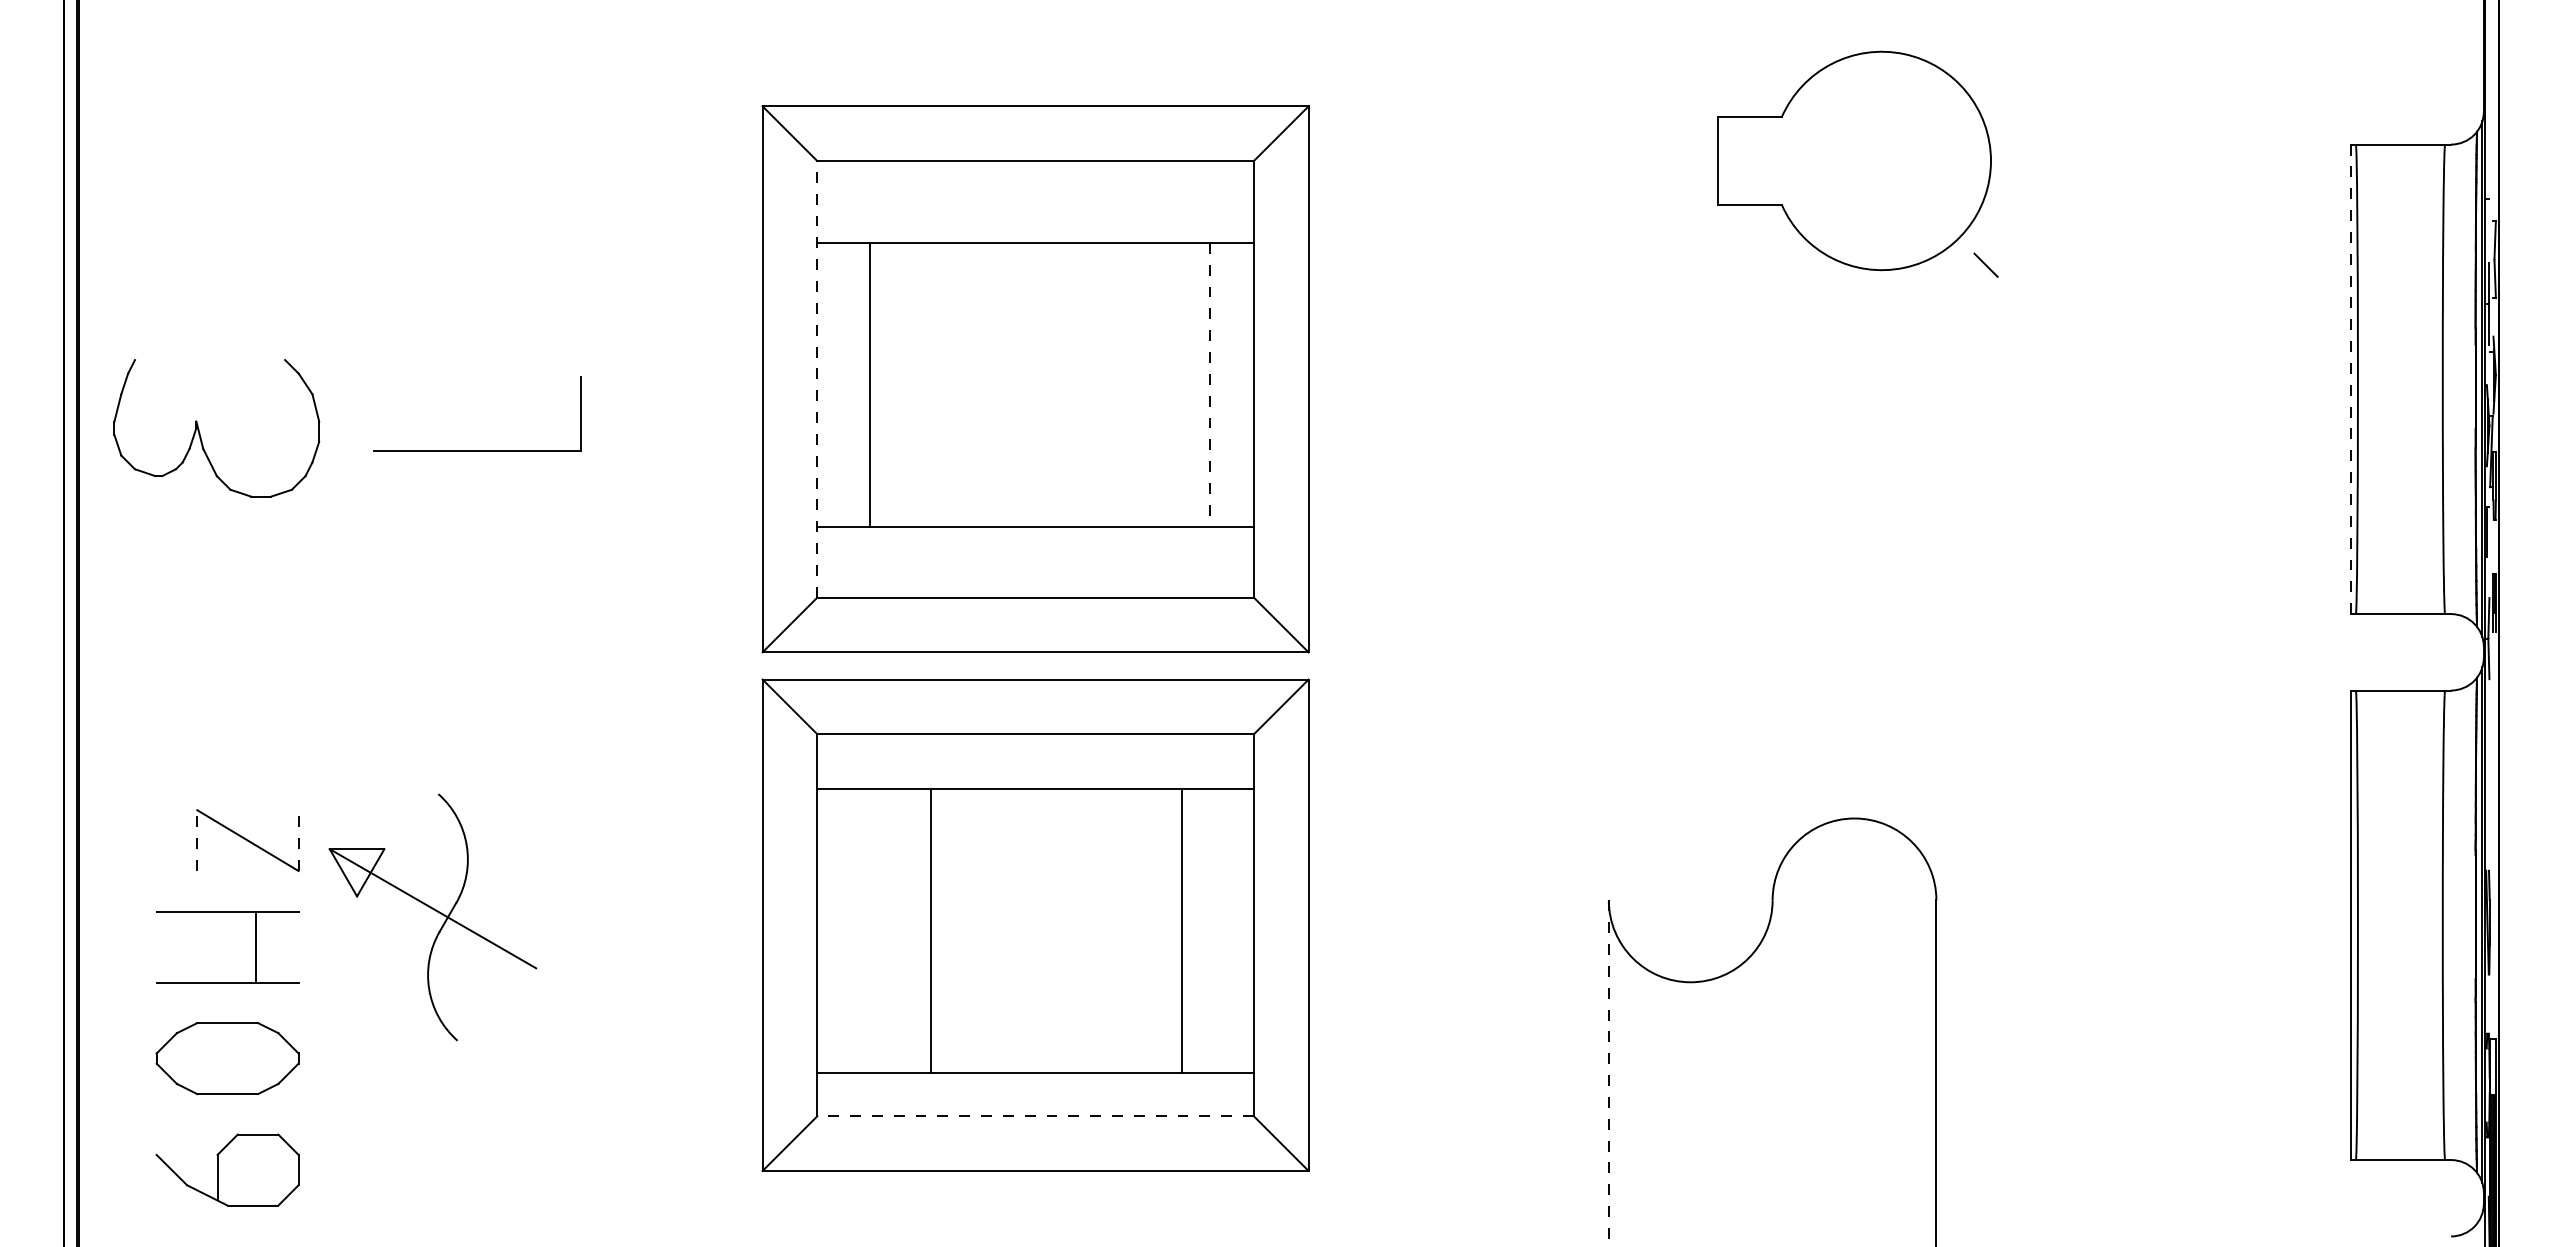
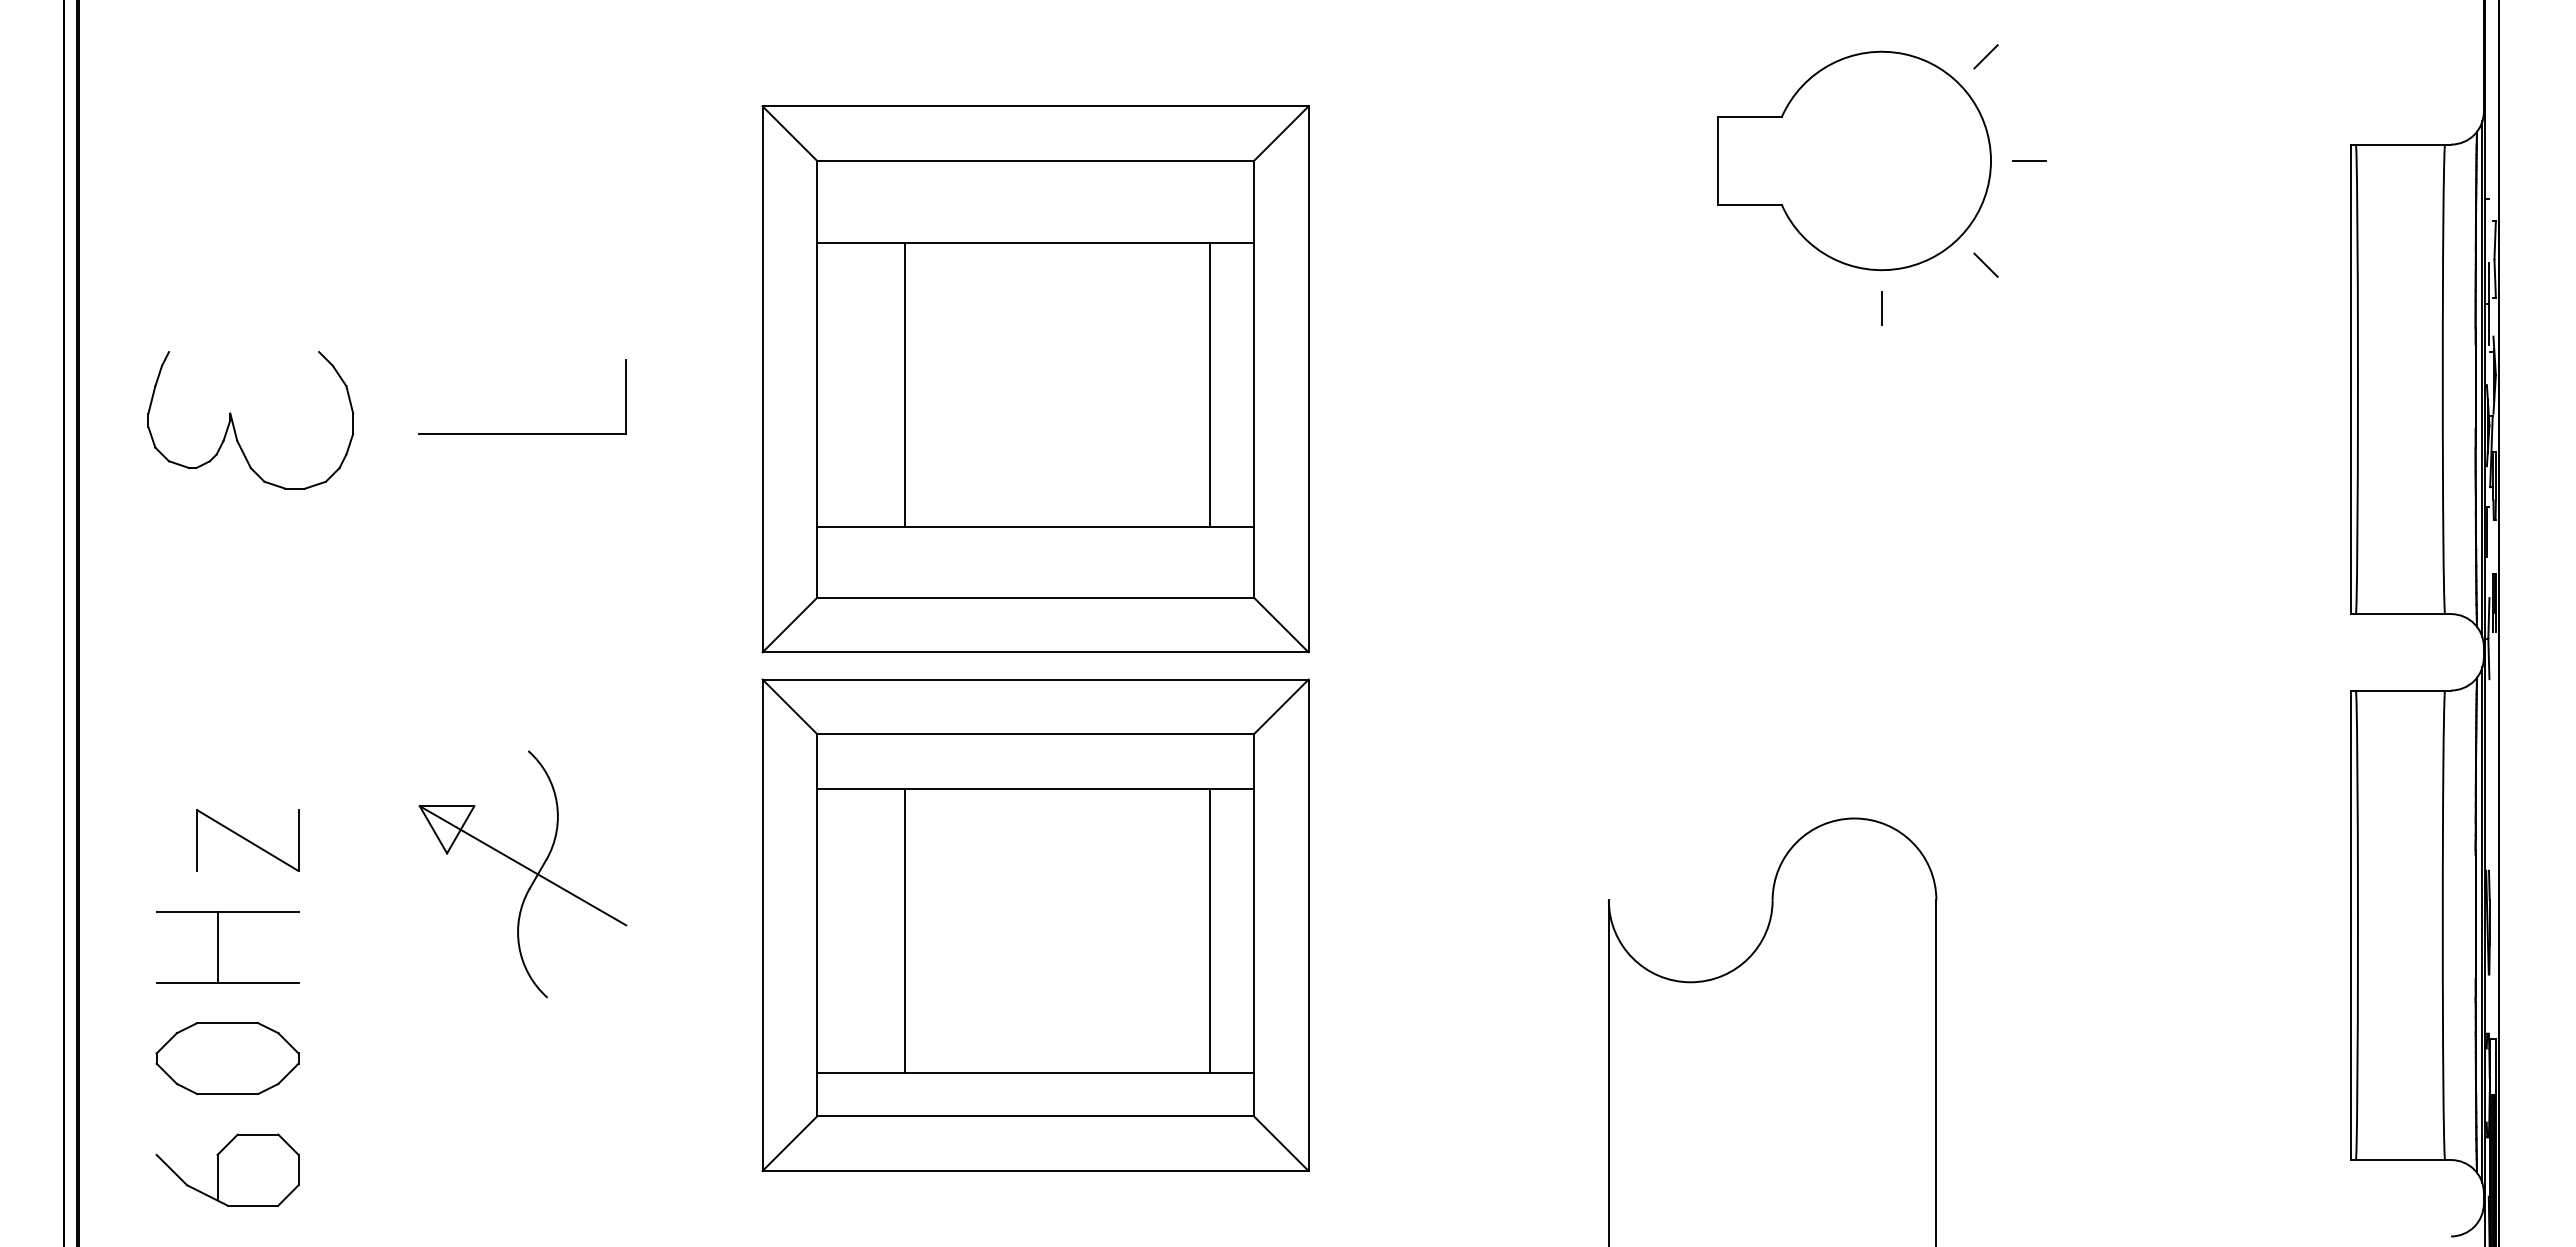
line at (1985, 56): none -> present
line at (2028, 160): none -> present
line at (1881, 308): none -> present
line at (817, 378): dashed -> solid
line at (2351, 379): dashed -> solid
line at (869, 384) position: (869, 384) -> (904, 384)
line at (1210, 384): dashed -> solid
part at (200, 433) position: (200, 433) -> (234, 425)
part at (477, 450) position: (477, 450) -> (522, 433)
line at (197, 840): dashed -> solid
line at (298, 840): dashed -> solid
part at (435, 911) position: (435, 911) -> (525, 868)
line at (930, 930) position: (930, 930) -> (904, 930)
line at (1182, 930) position: (1182, 930) -> (1210, 930)
line at (255, 946) position: (255, 946) -> (217, 946)
line at (1608, 1074): dashed -> solid
line at (1035, 1116): dashed -> solid
